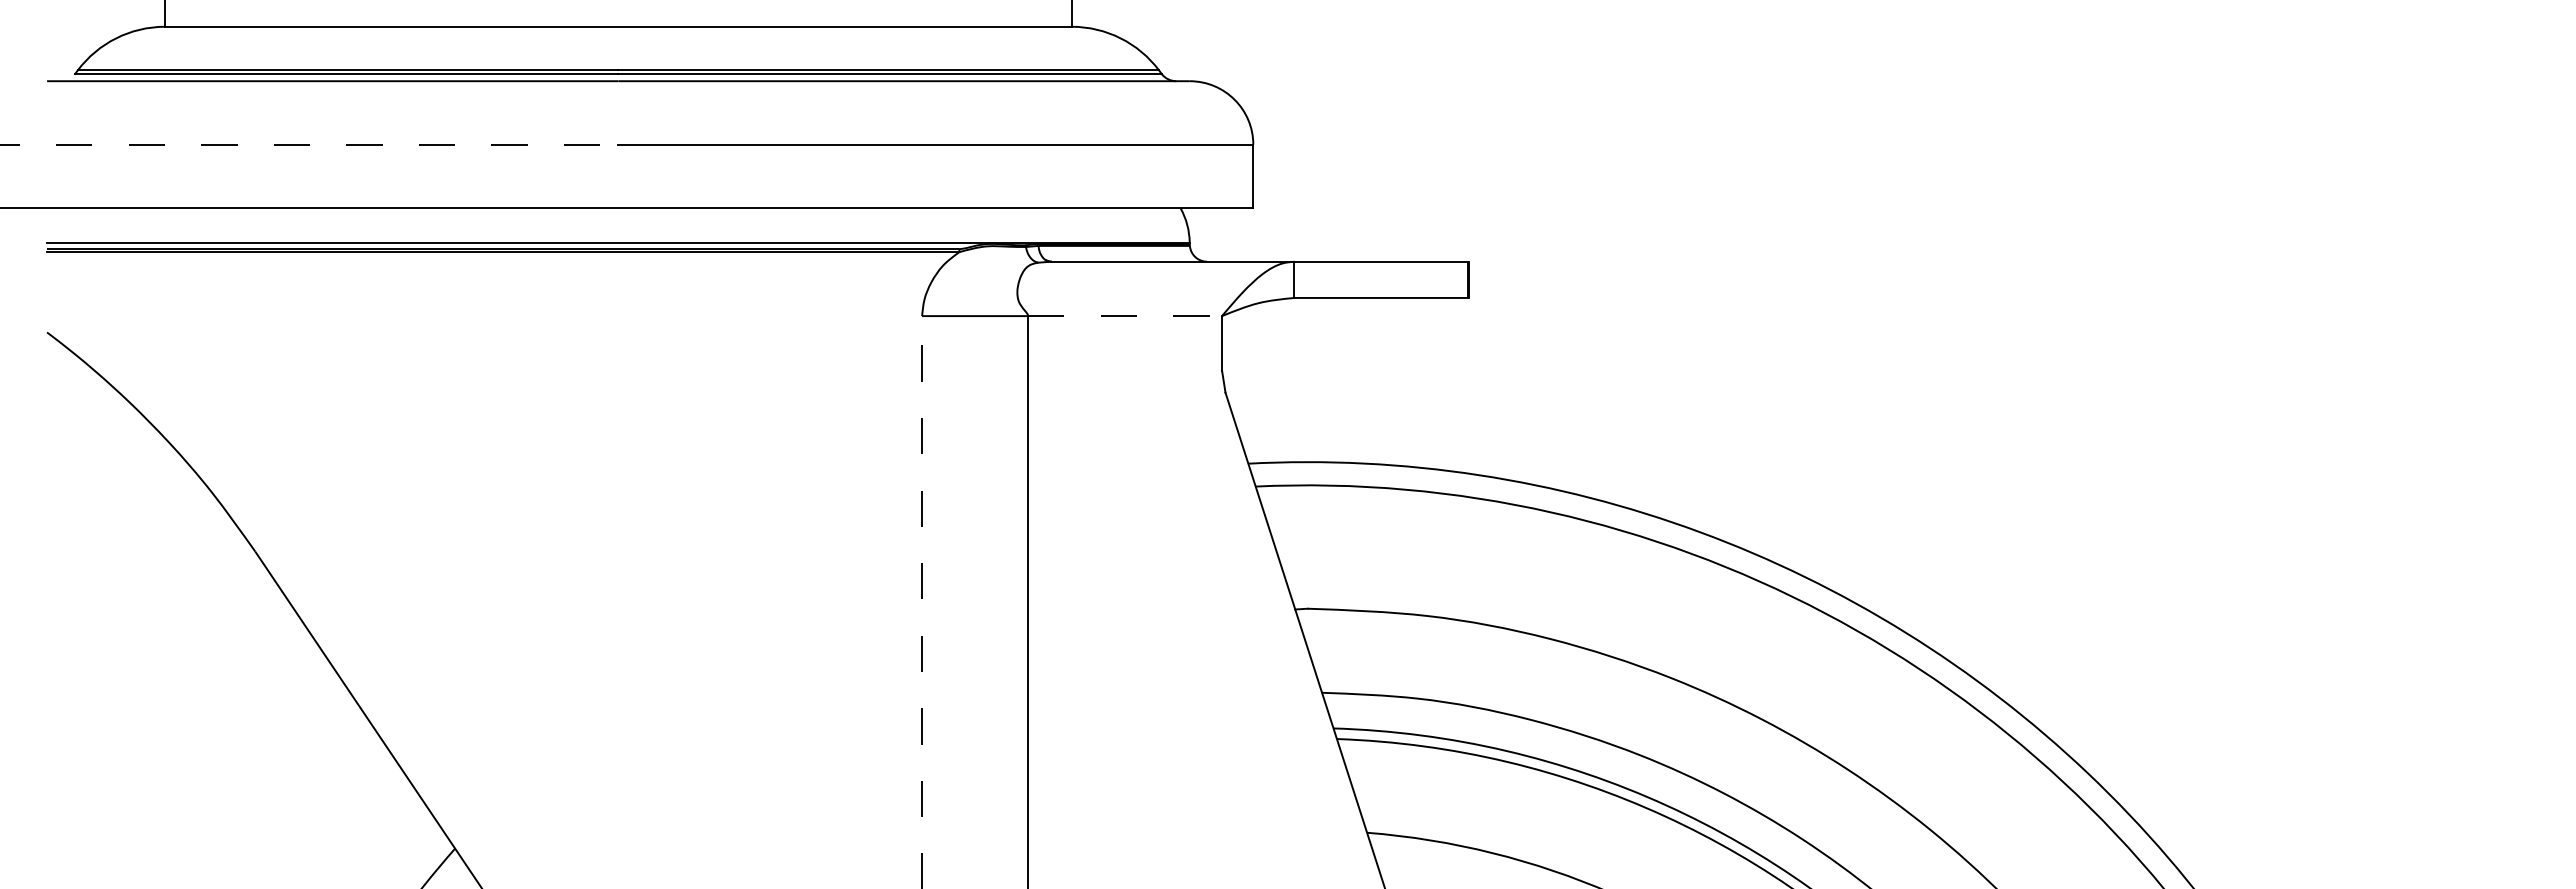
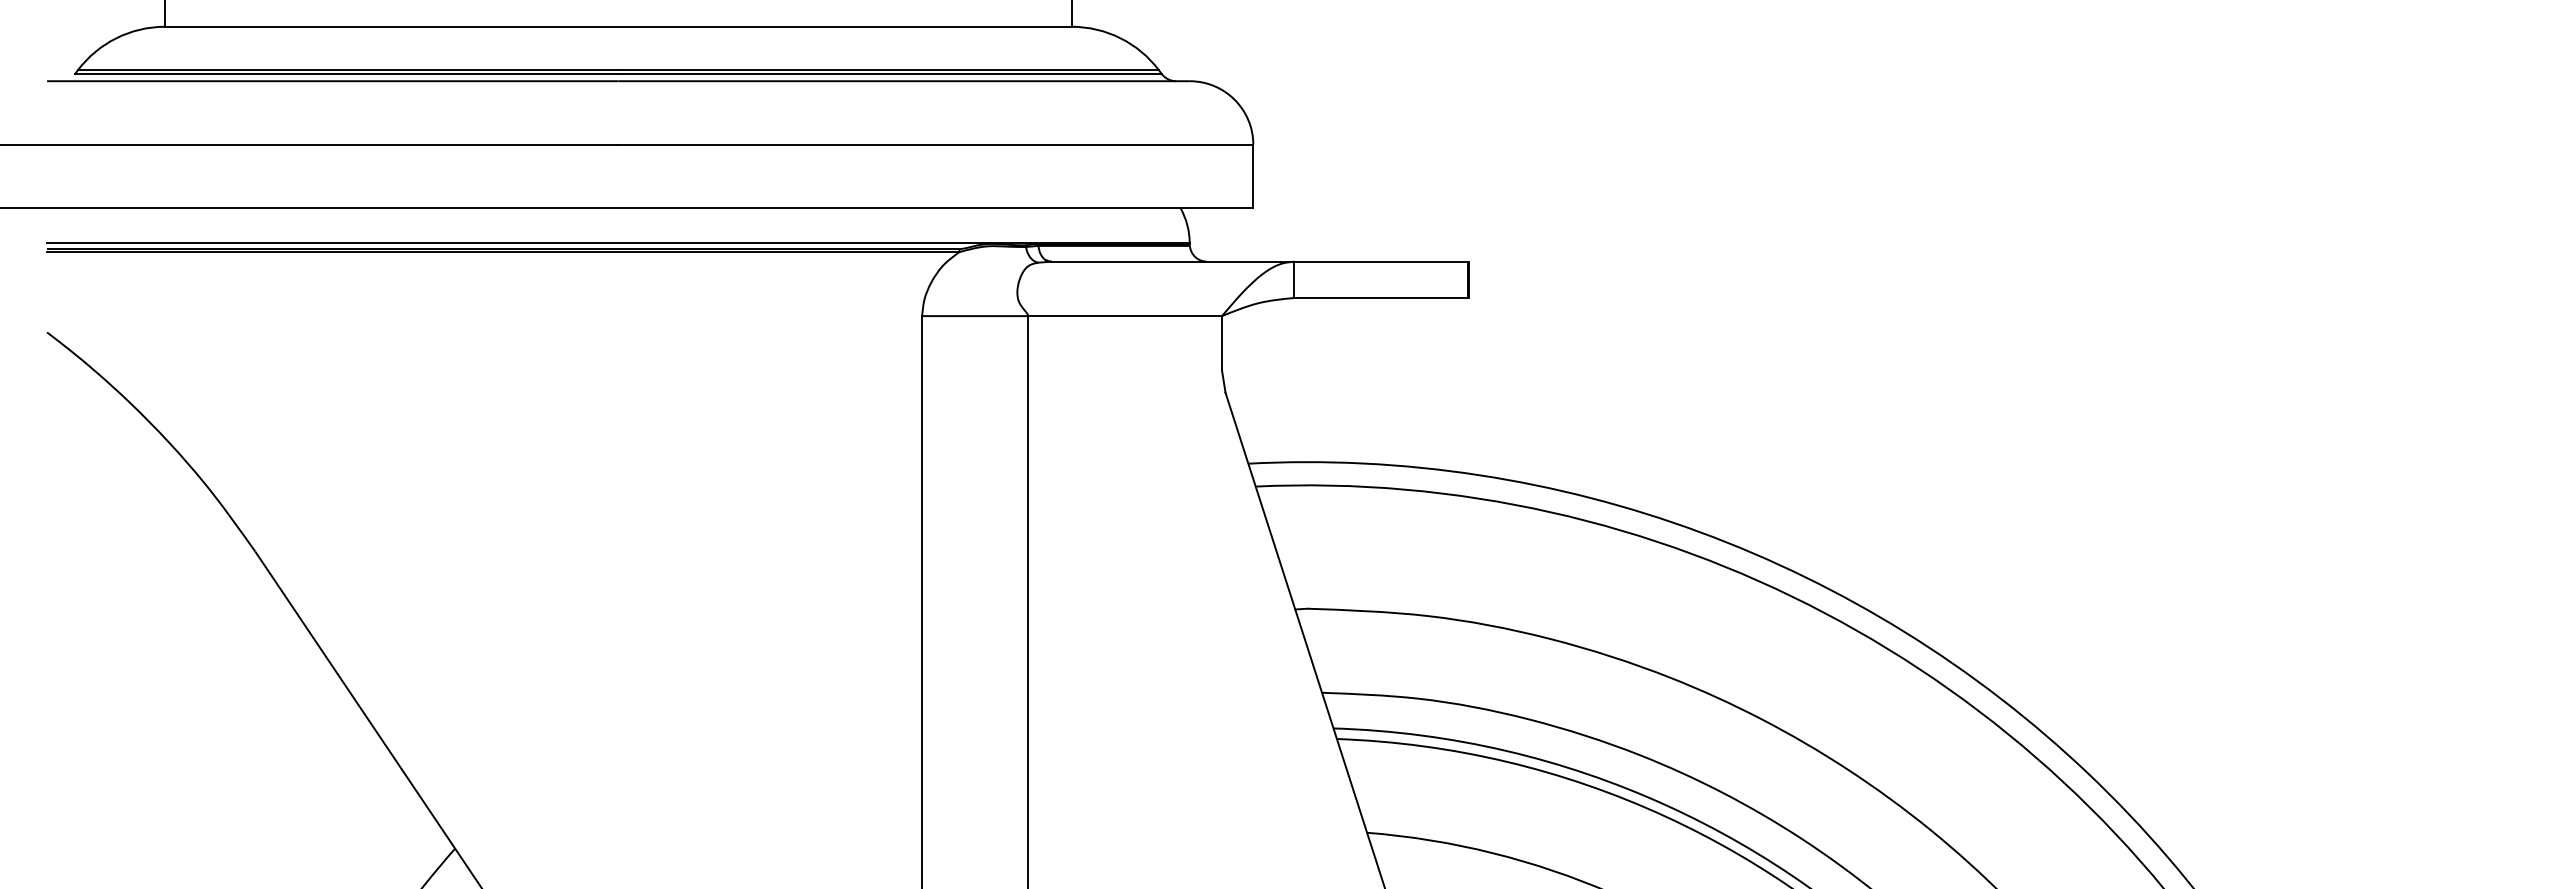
line at (309, 144): dashed -> solid
line at (1125, 316): dashed -> solid
line at (922, 602): dashed -> solid
